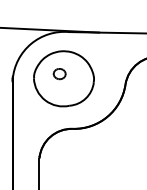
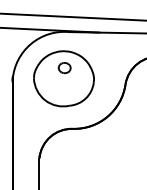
line at (72, 16): none -> present
part at (59, 74) position: (59, 74) -> (64, 68)
